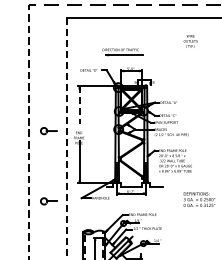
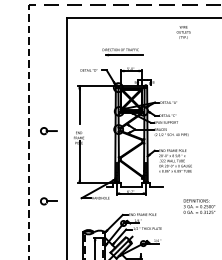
text at (190, 41) position: (190, 41) -> (183, 32)
line at (79, 105): dashed -> solid
line at (67, 138): dashed -> solid
text at (199, 199) position: (199, 199) -> (199, 206)
